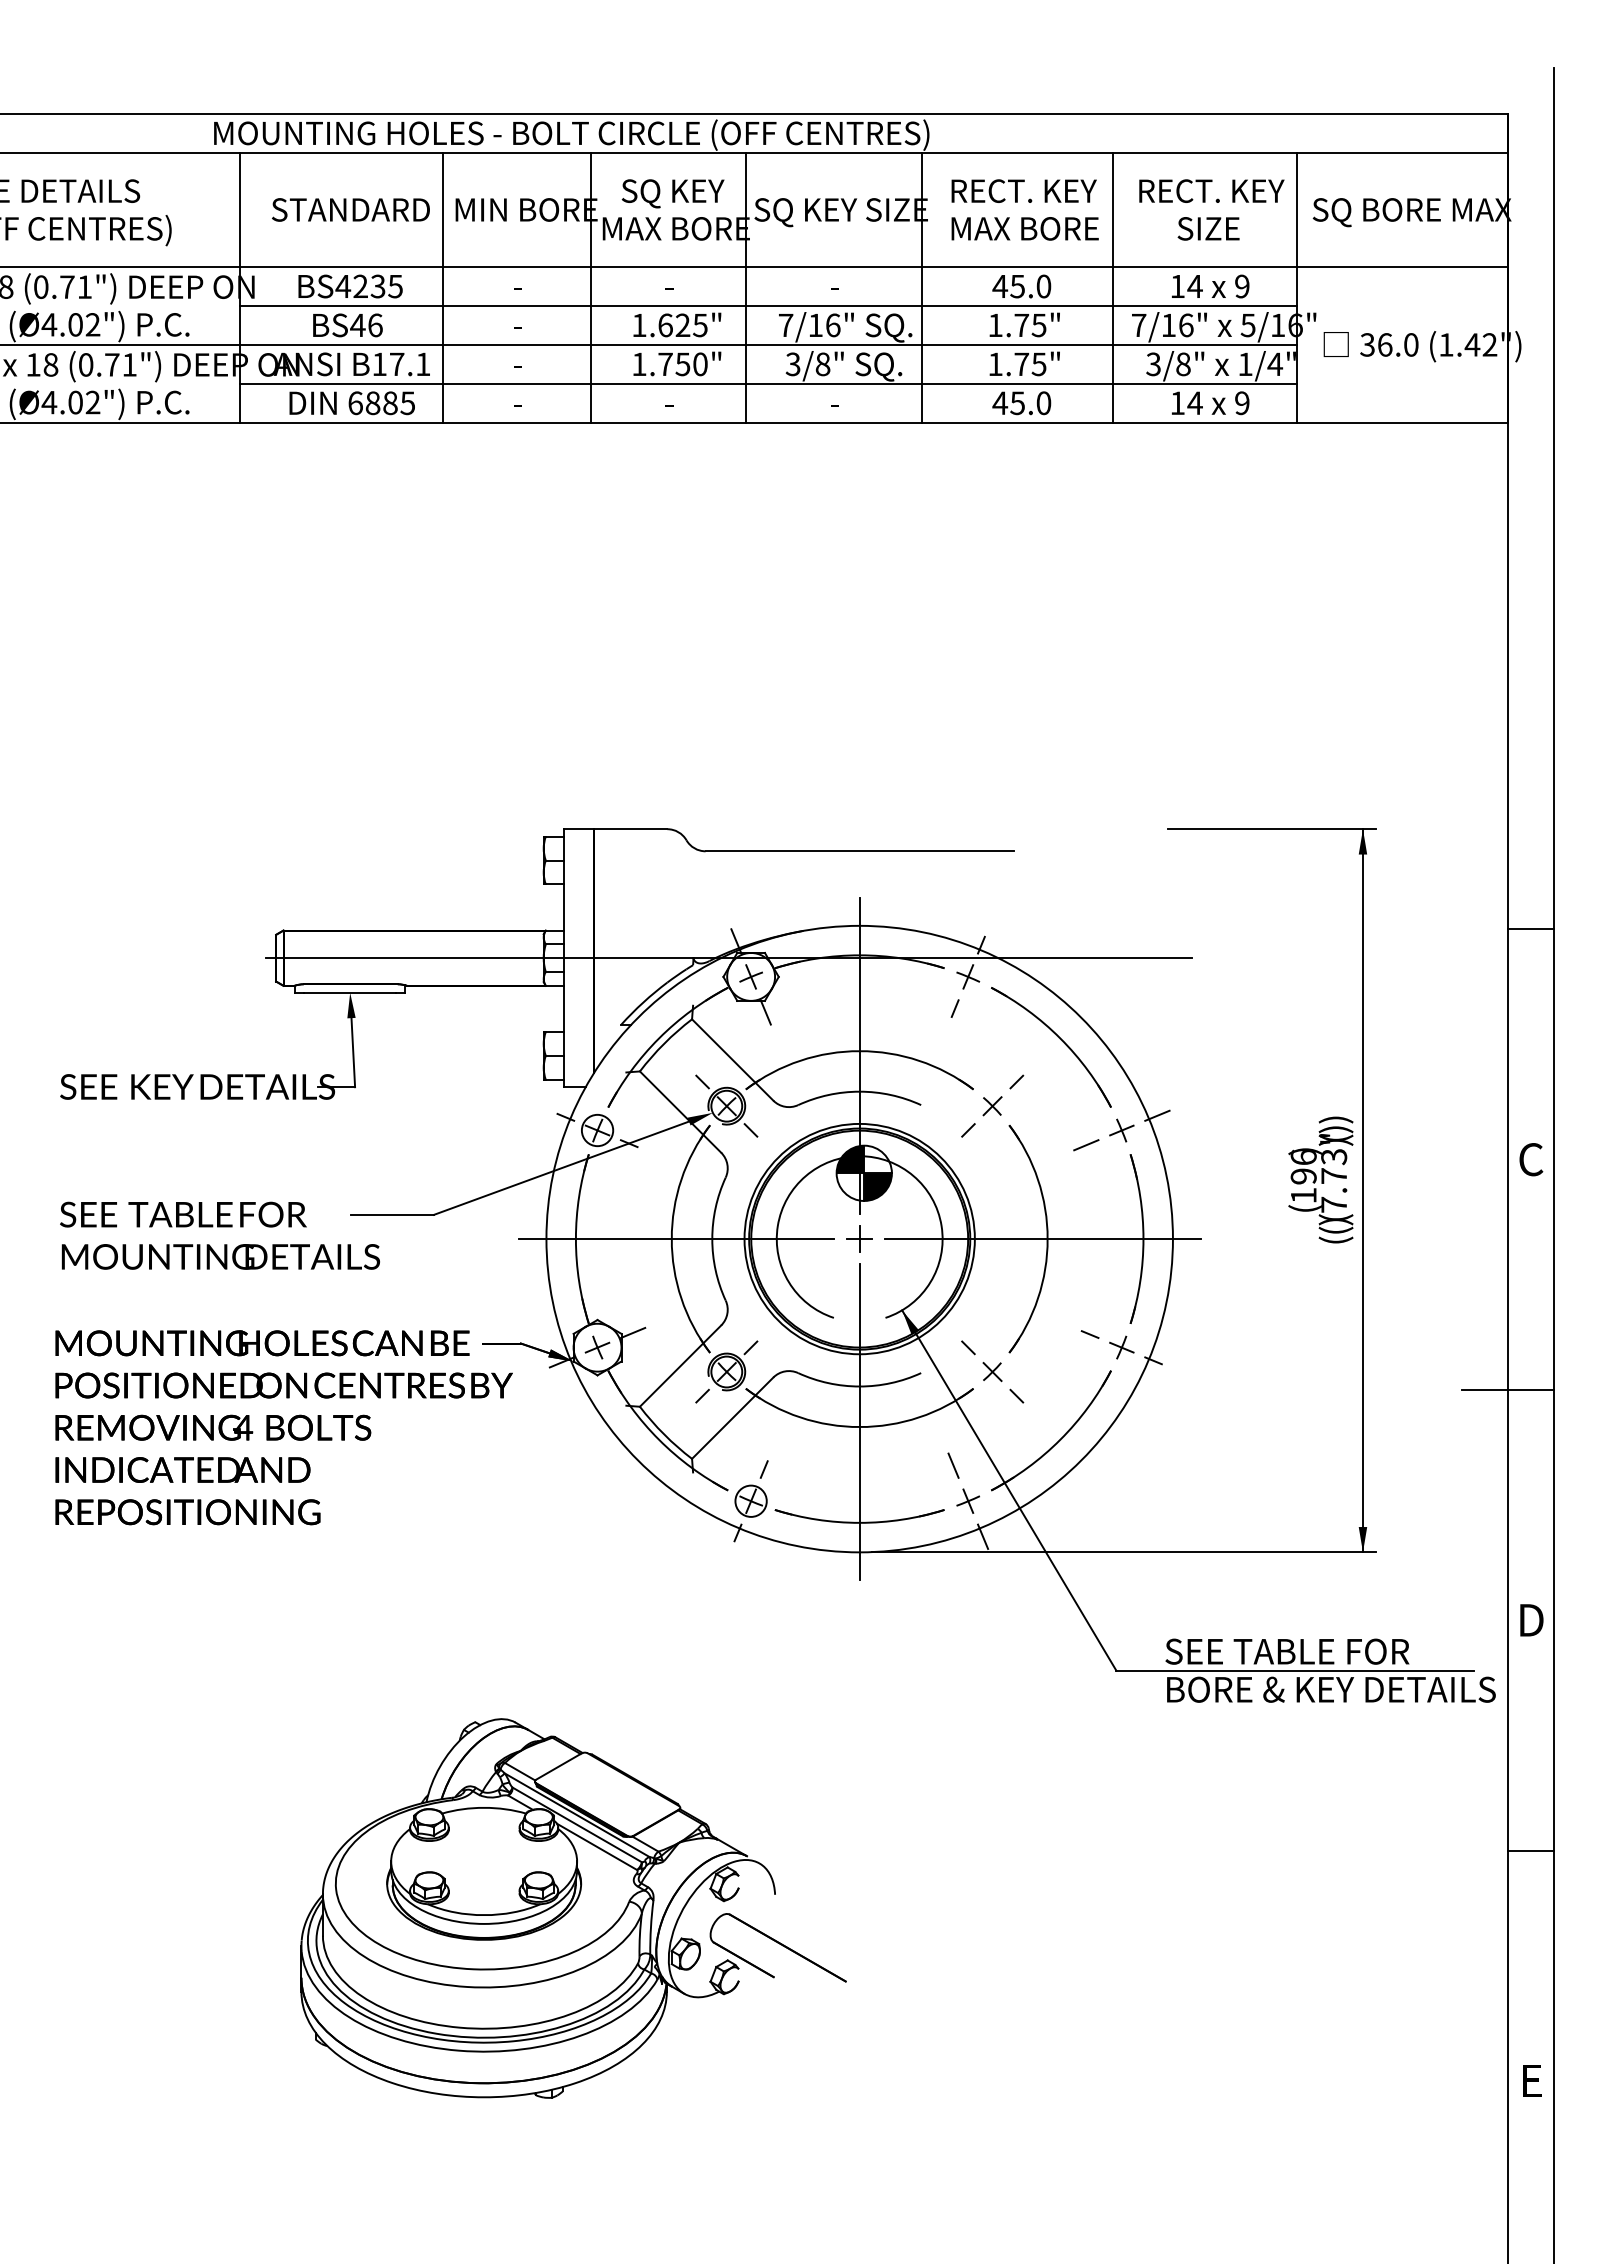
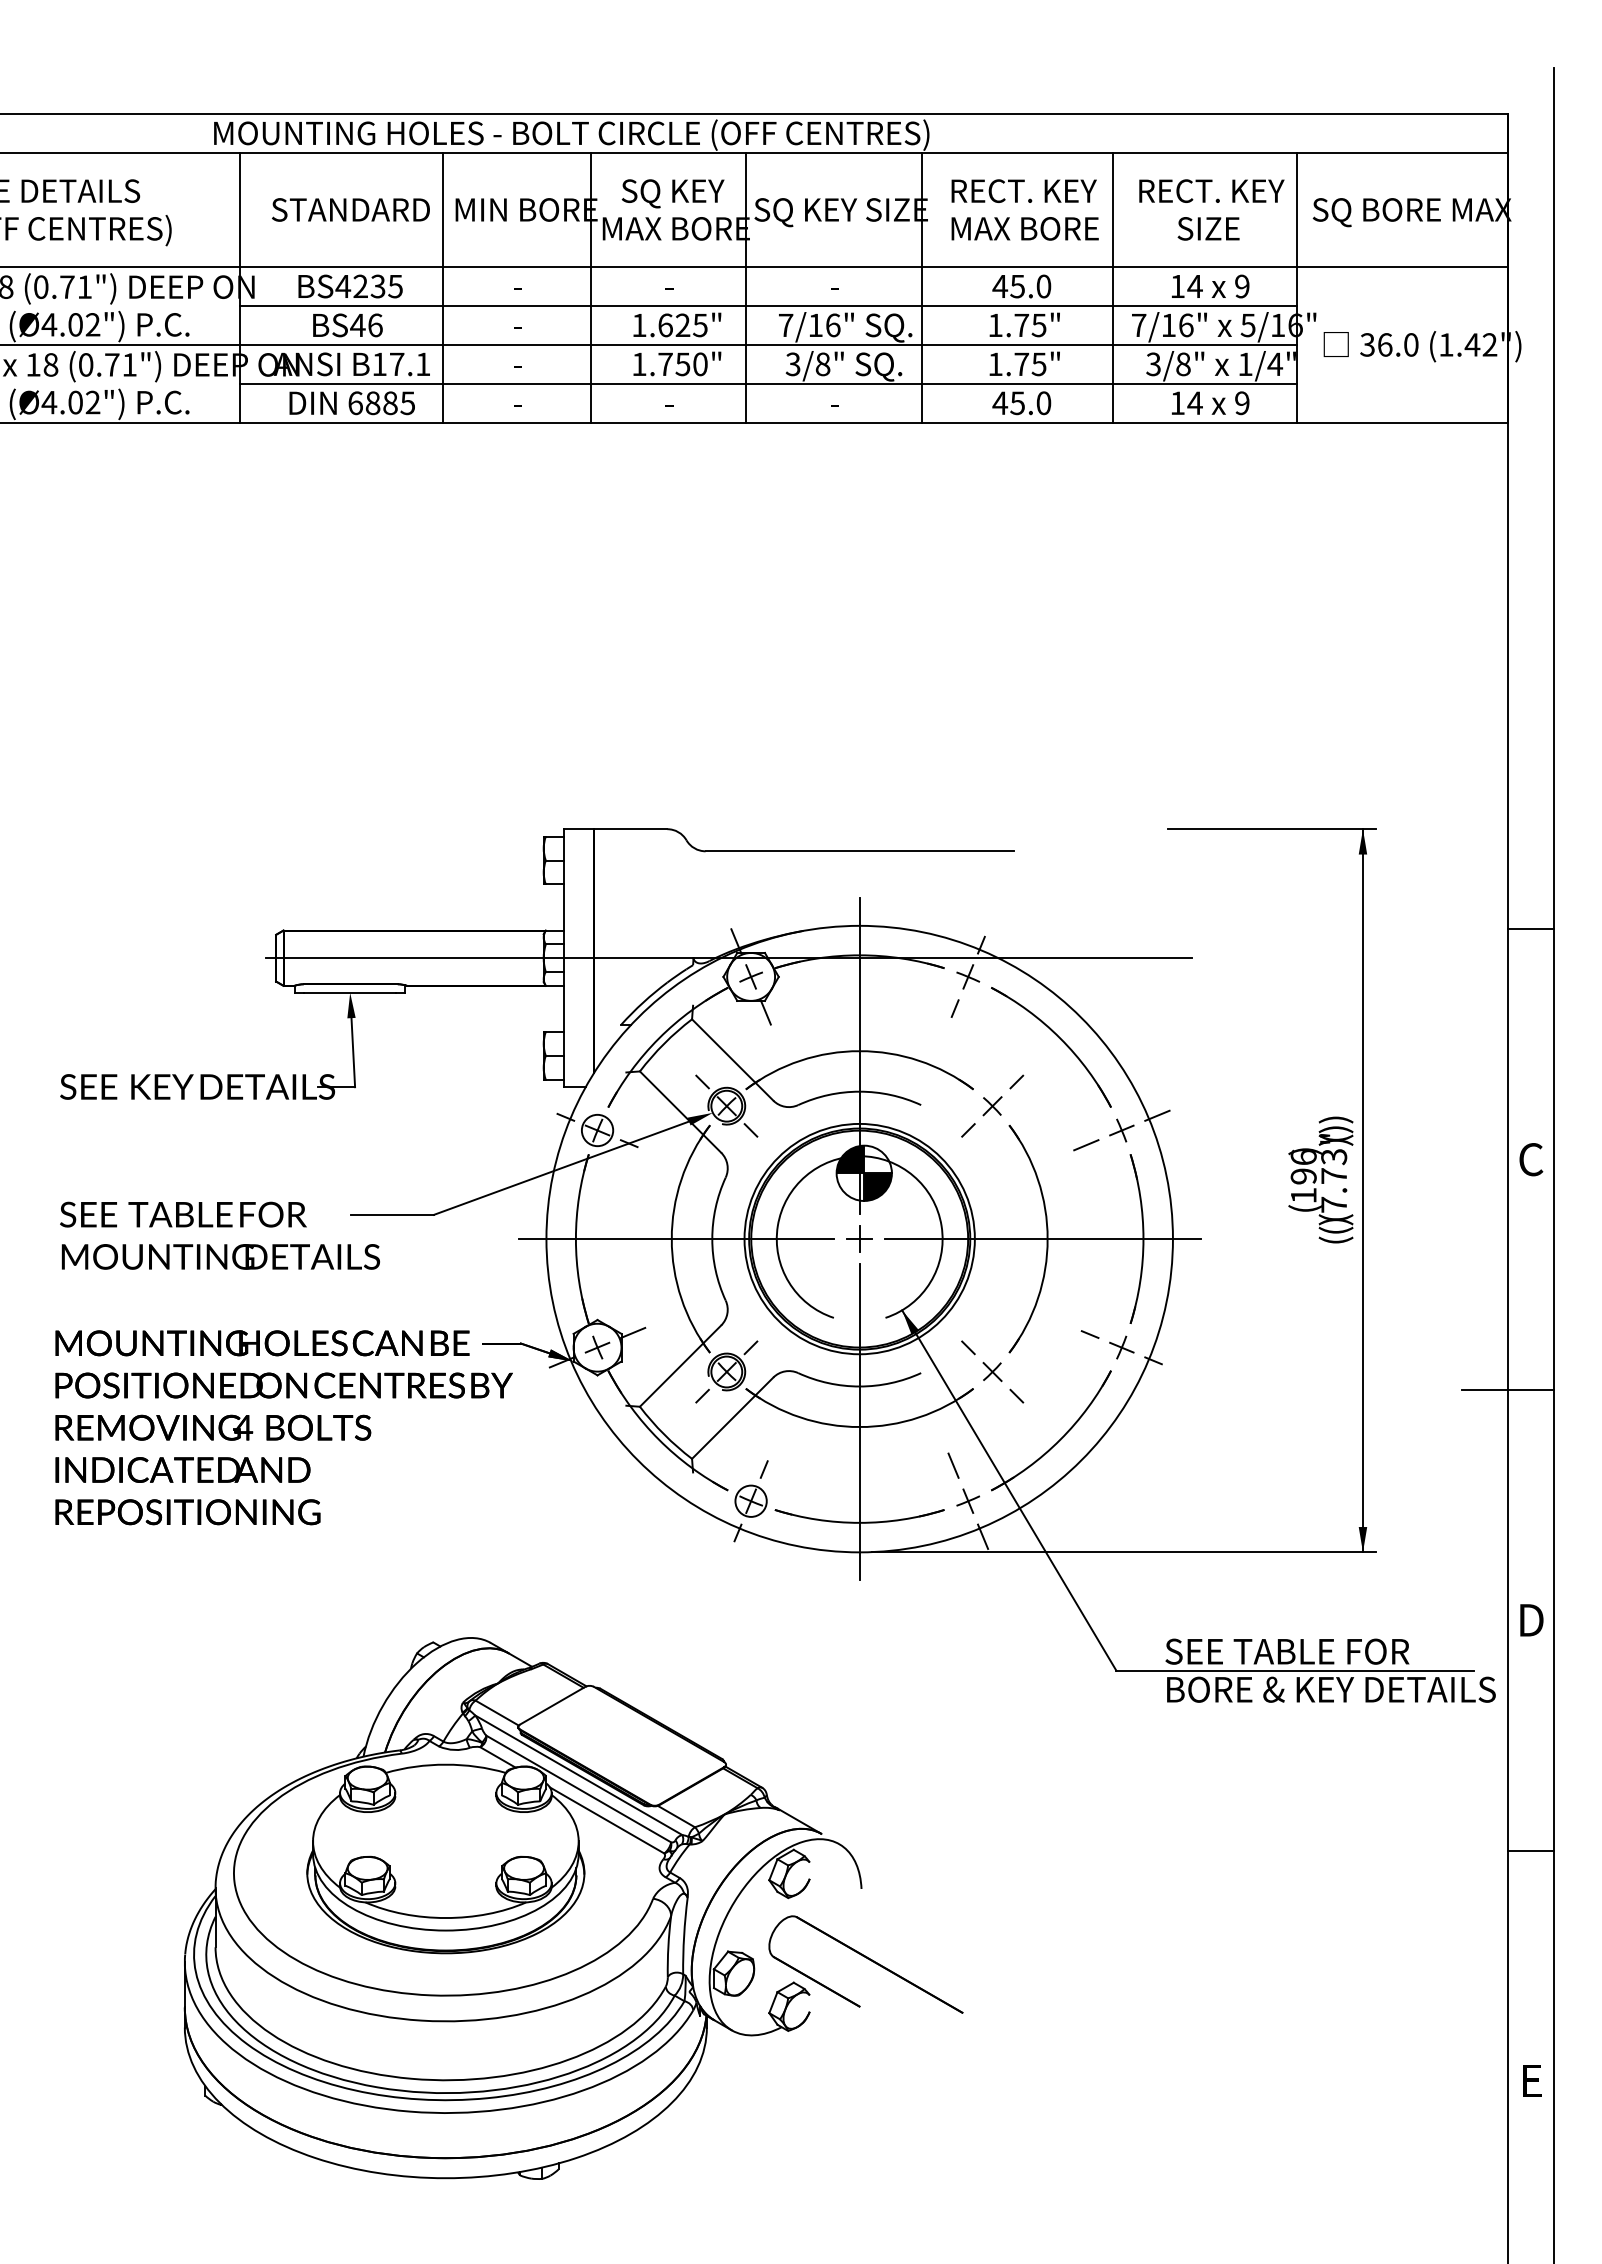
part at (573, 1908) size: 547x381 px -> 781x543 px
